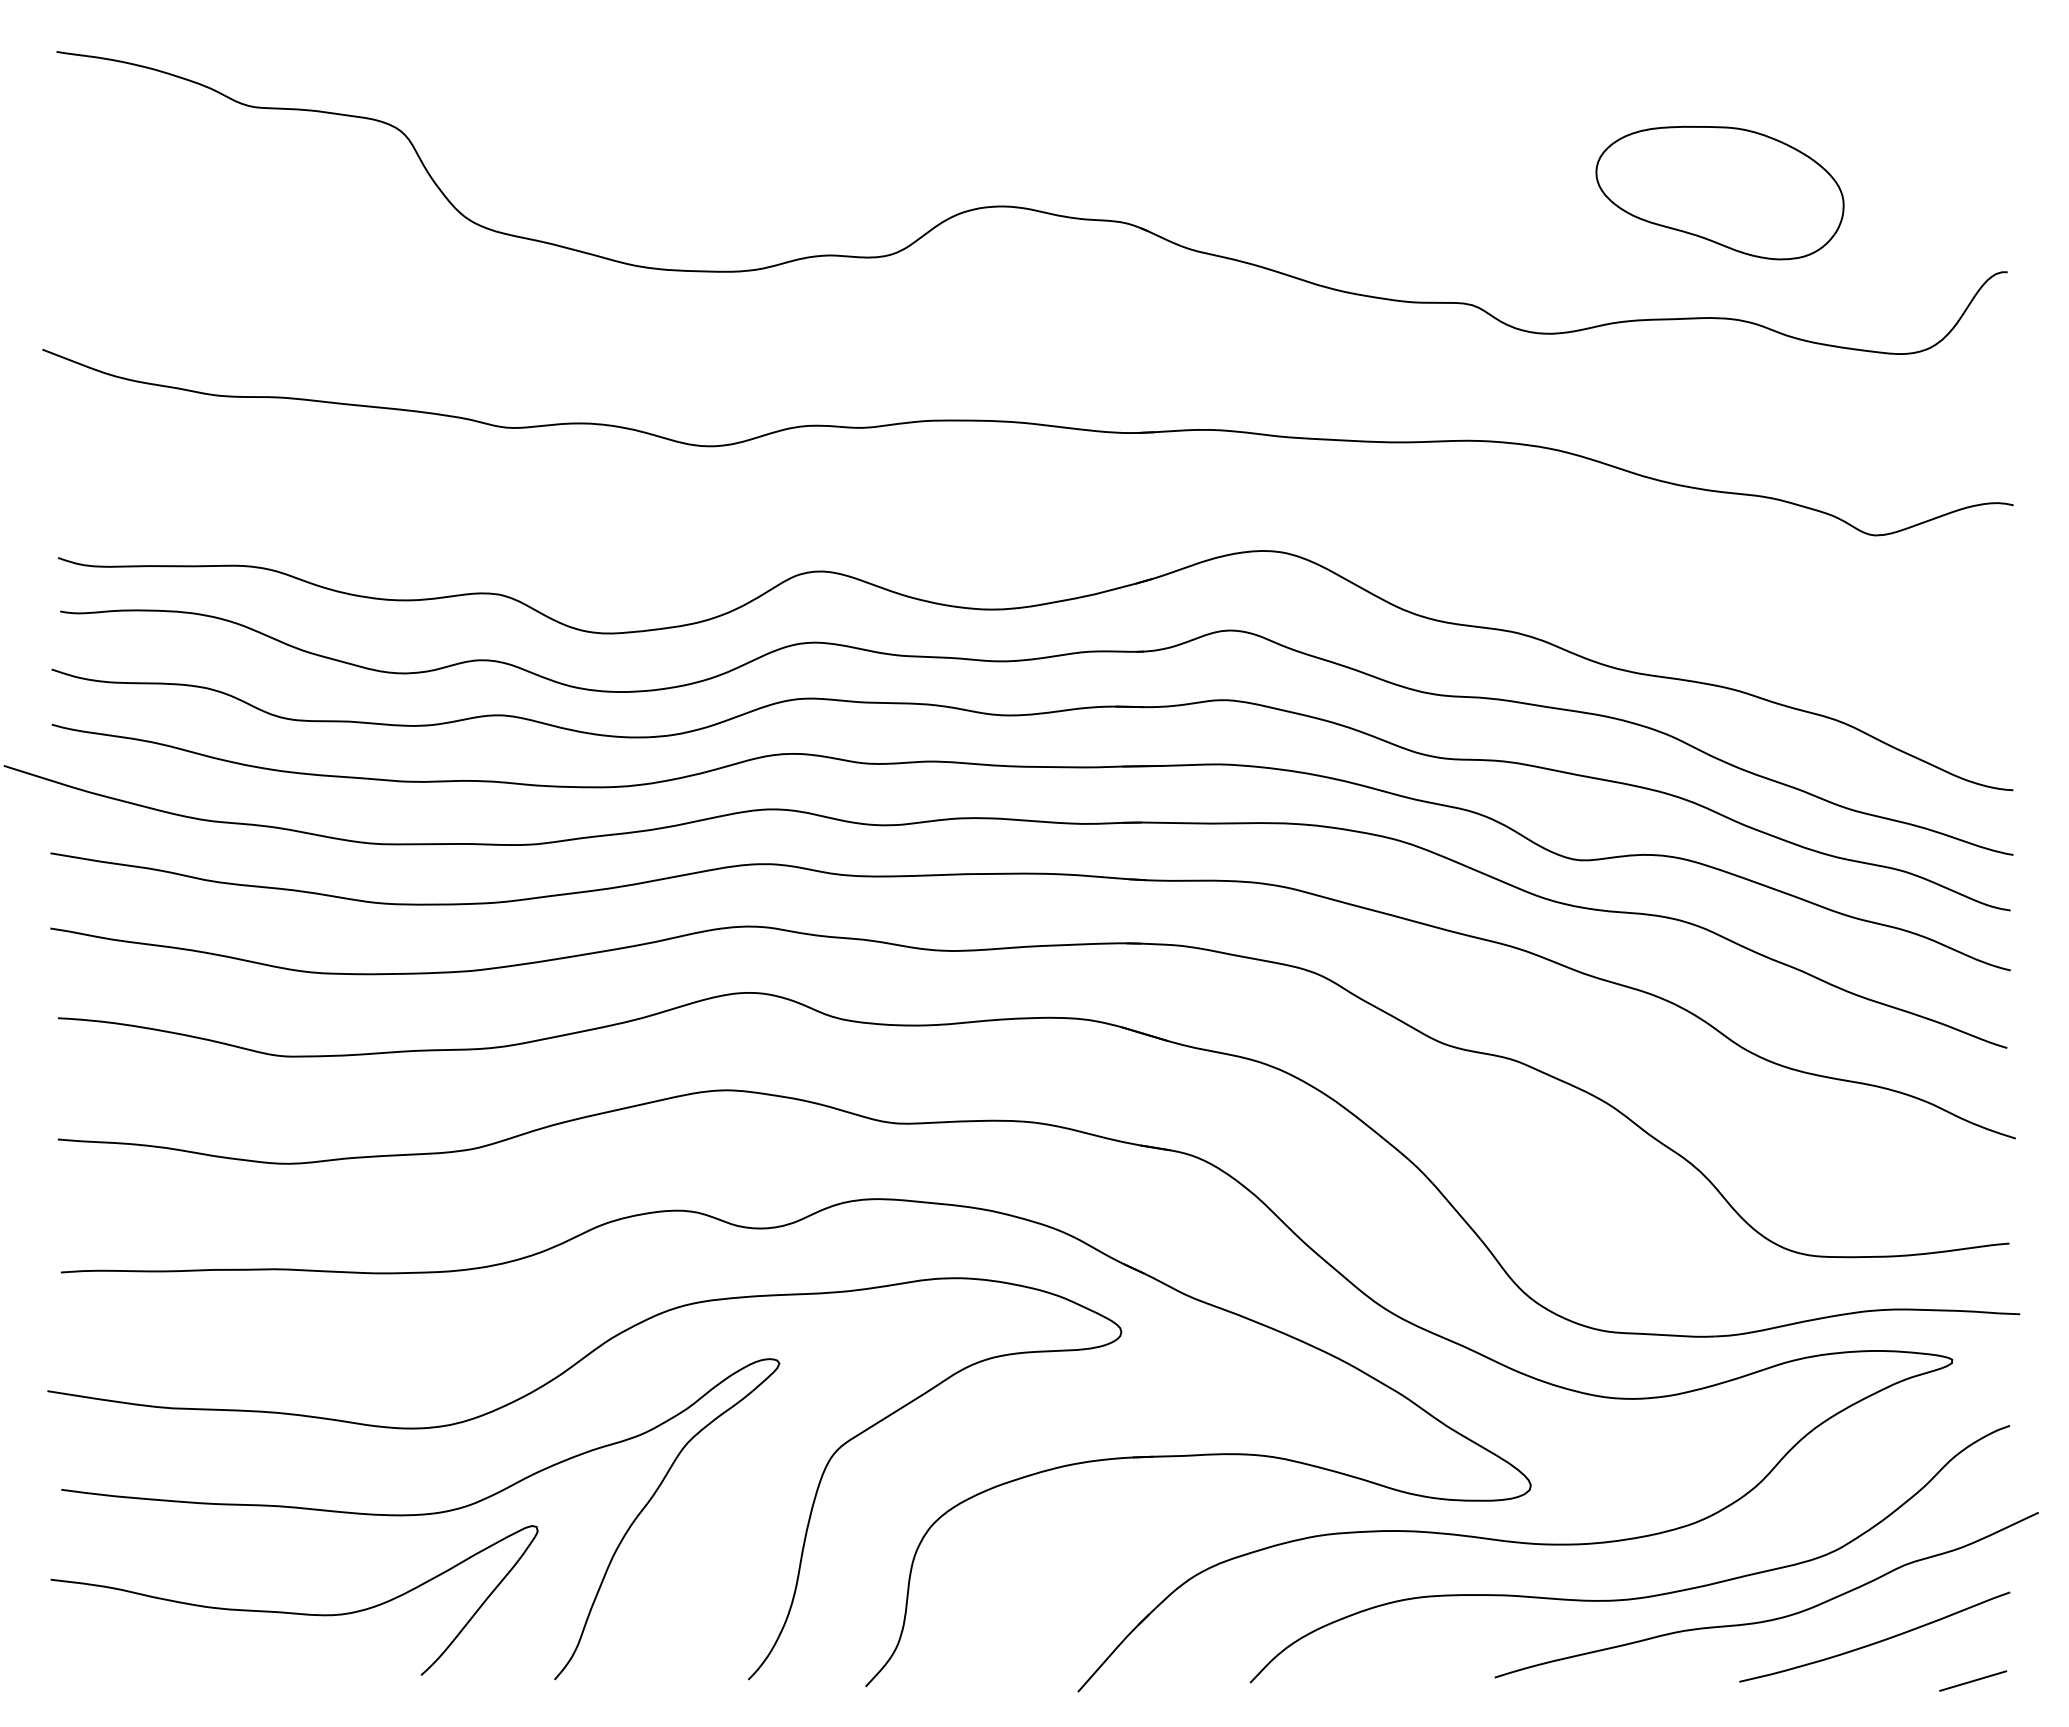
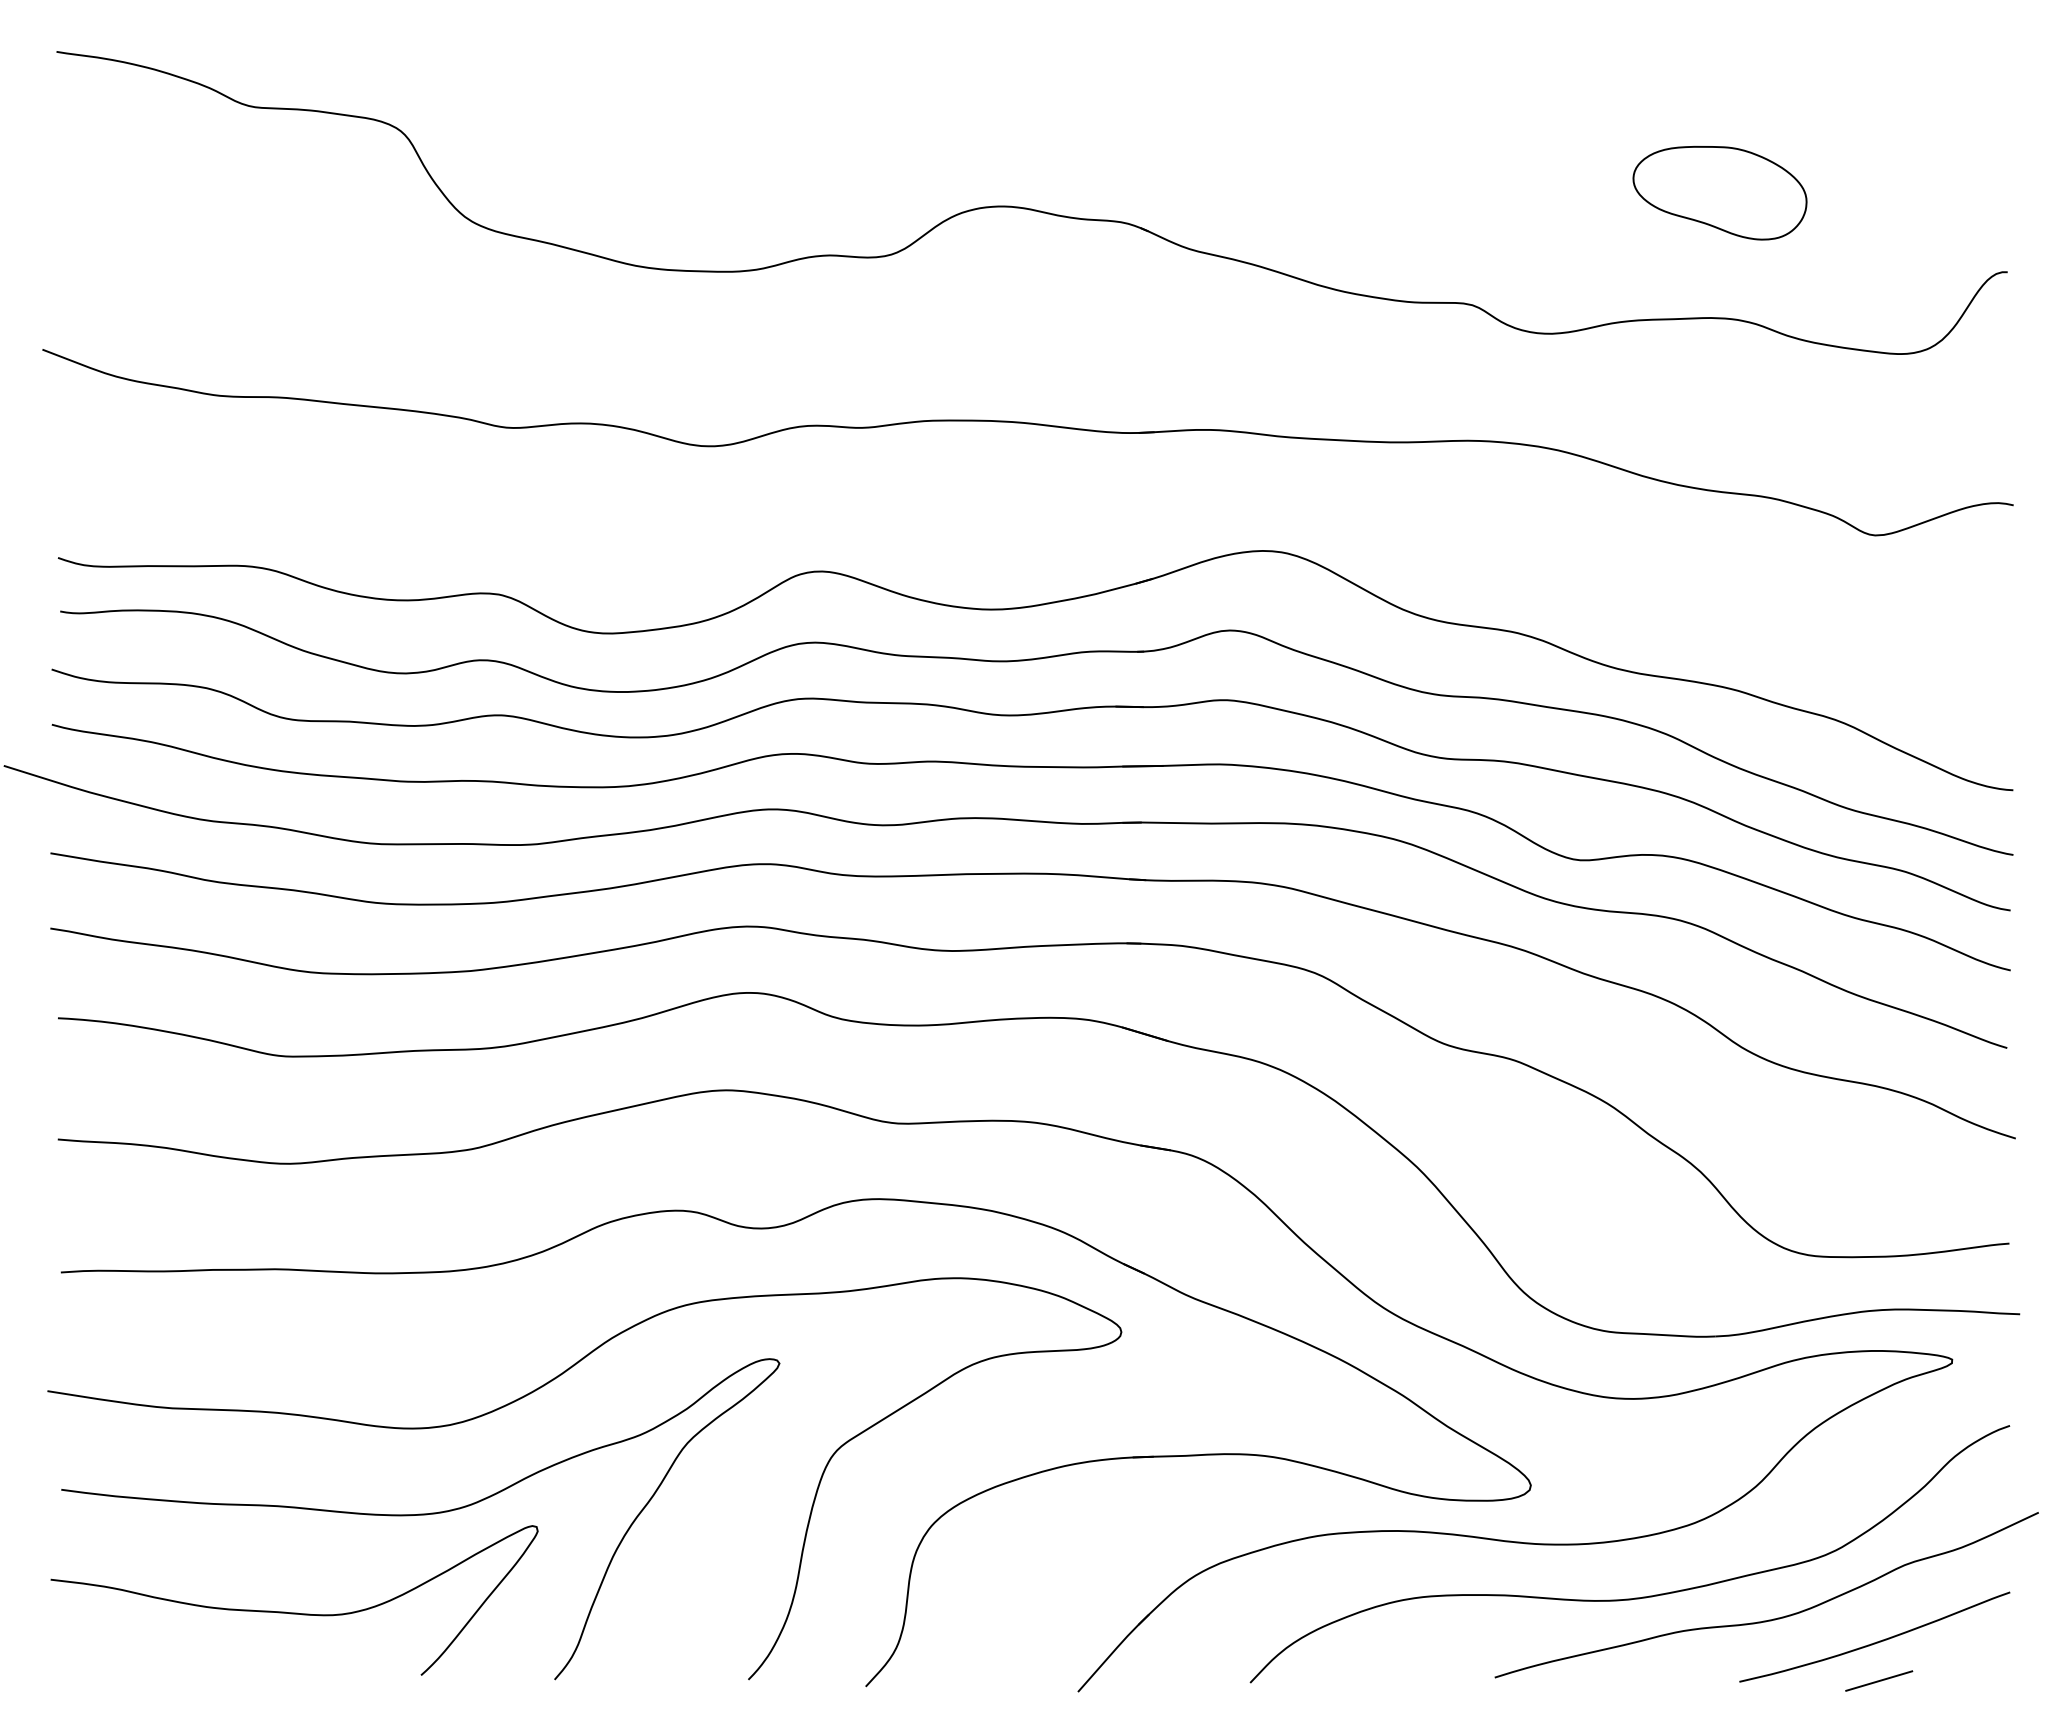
part at (1719, 193) size: 250x135 px -> 176x95 px
line at (1973, 1680) position: (1973, 1680) -> (1879, 1680)
